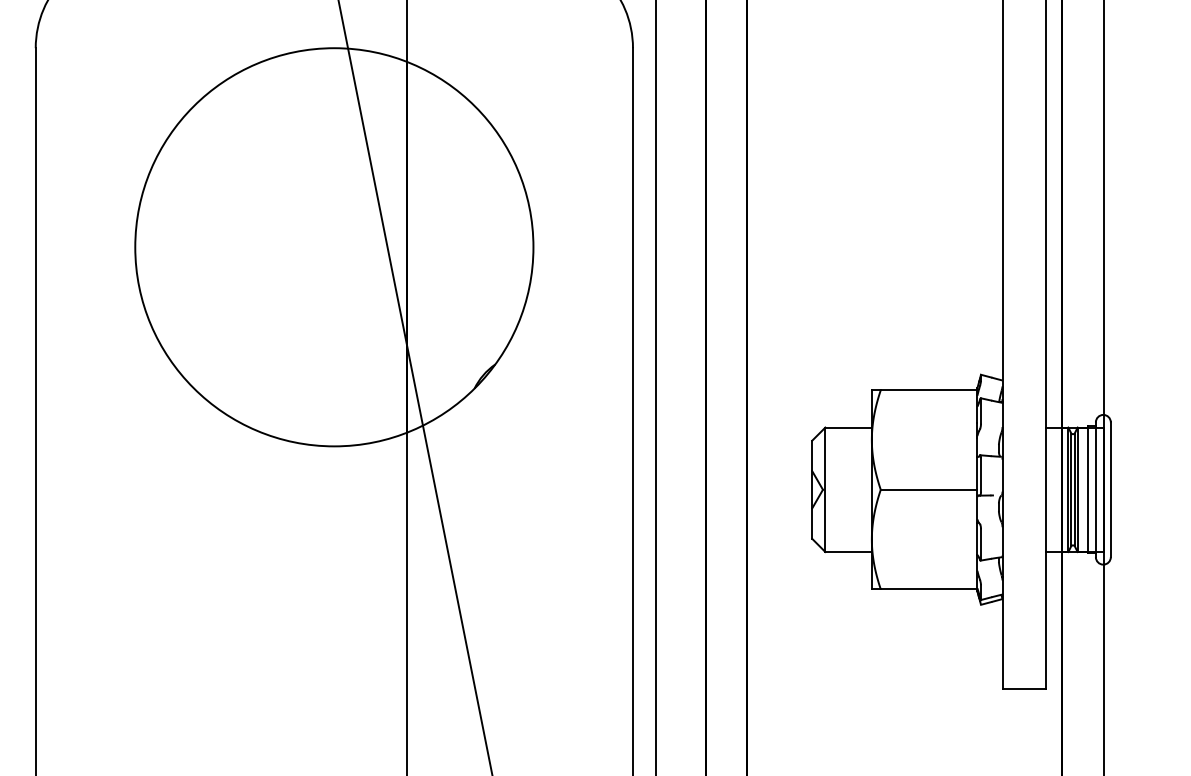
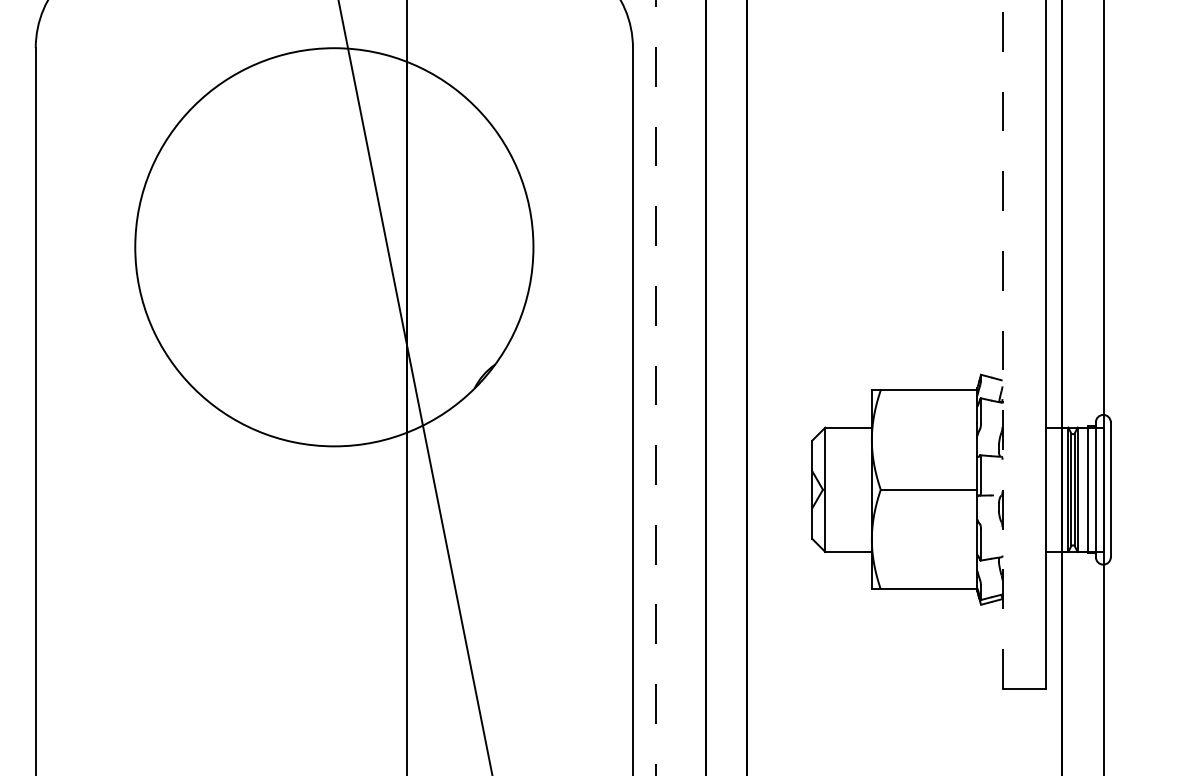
line at (1002, 344): solid -> dashed
line at (655, 388): solid -> dashed
